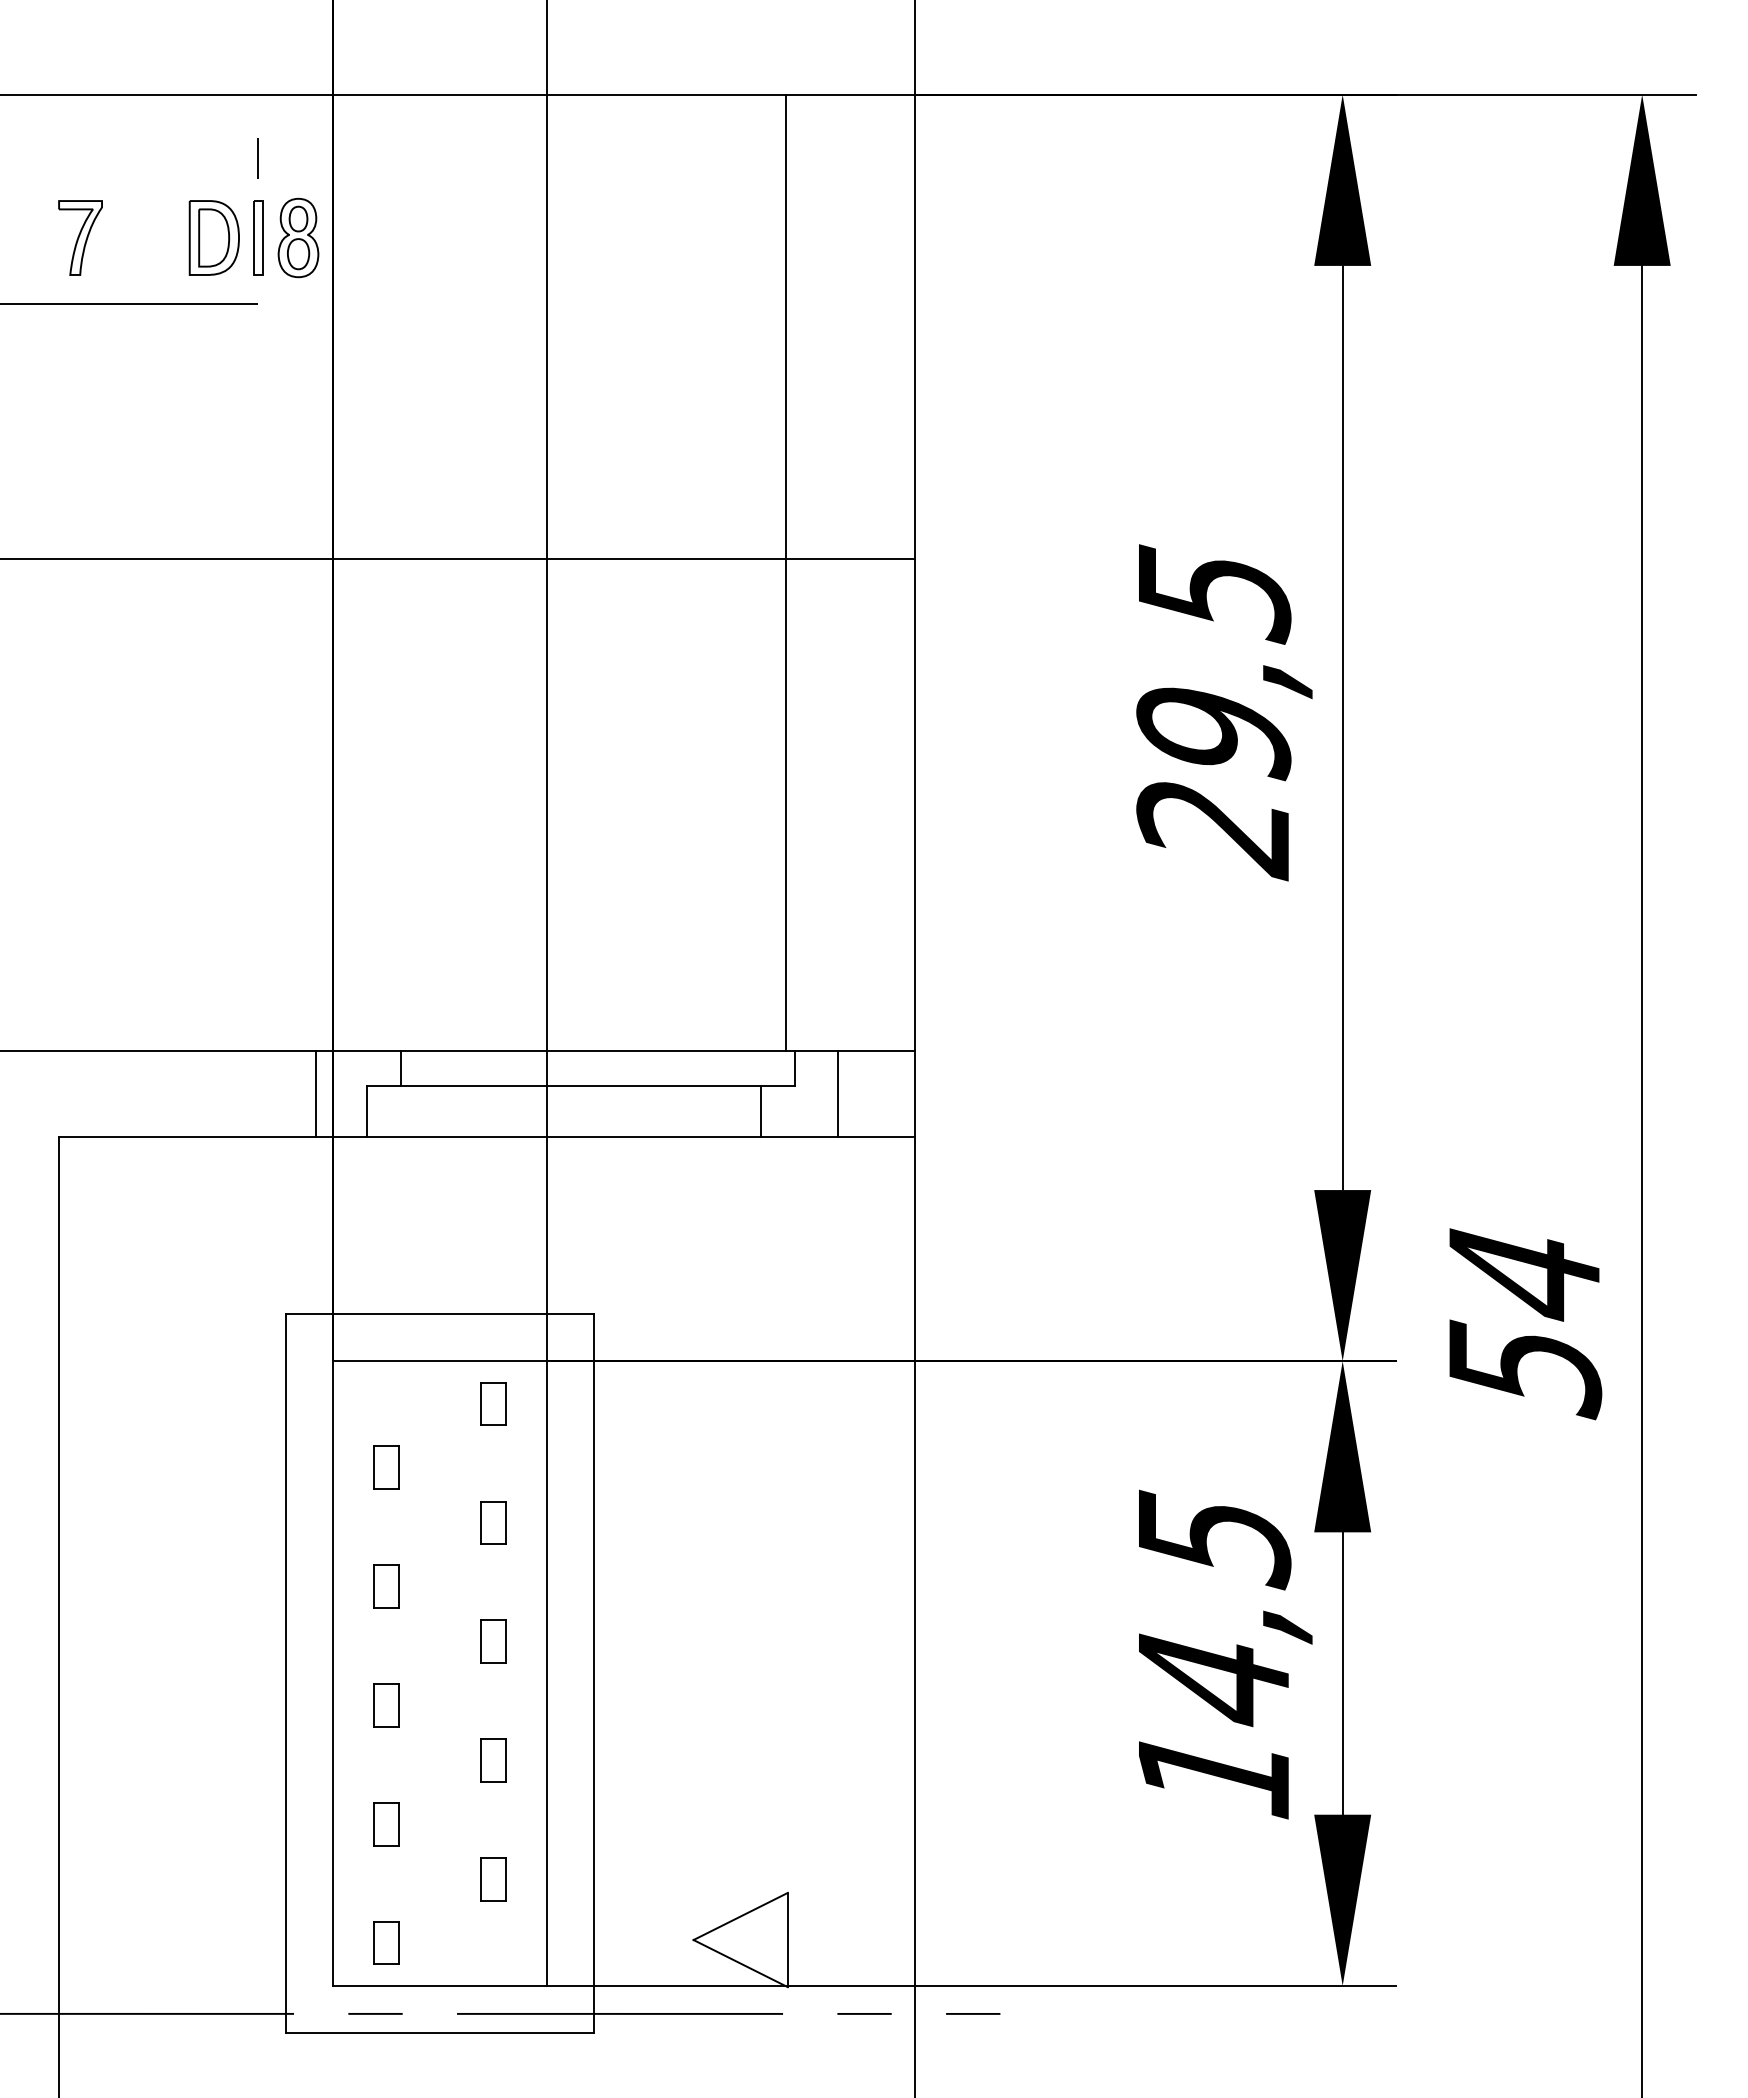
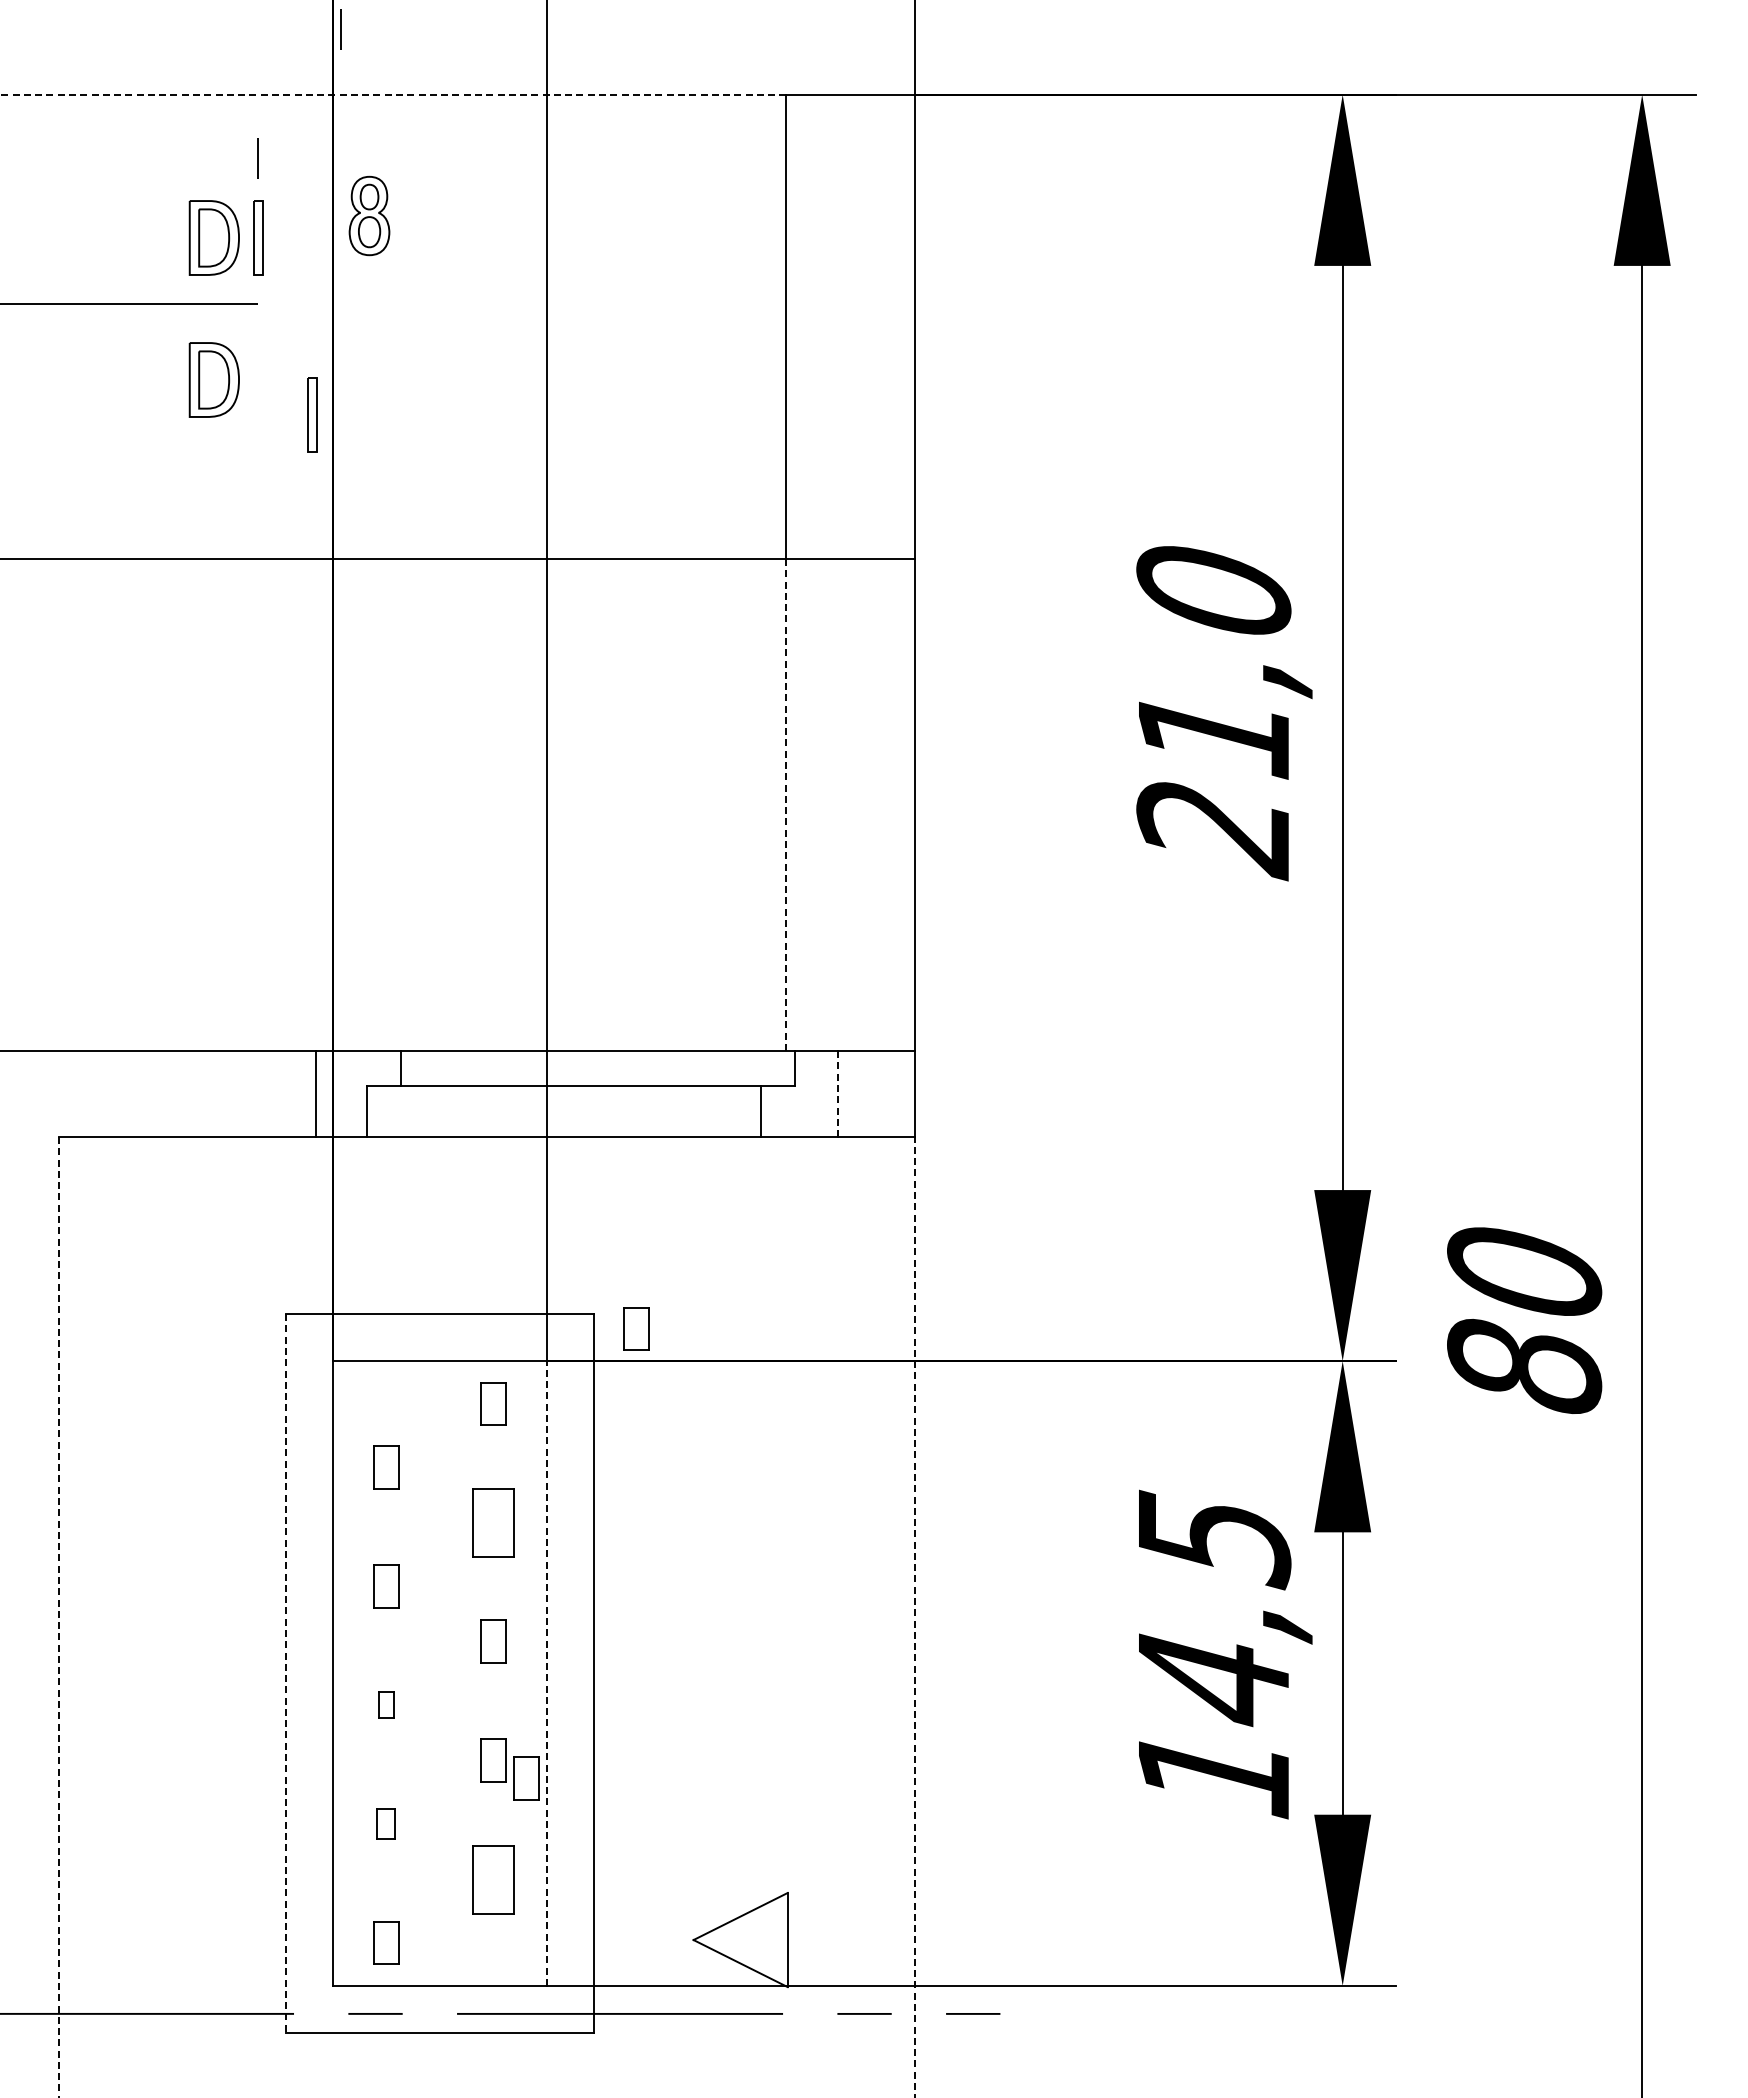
line at (340, 29): none -> present
line at (393, 94): solid -> dashed
part at (80, 237): present -> none
part at (298, 237) position: (298, 237) -> (369, 215)
part at (213, 379): none -> present
part at (312, 414): none -> present
text at (1213, 662): 29,5 -> 21,0
line at (786, 804): solid -> dashed
line at (837, 1093): solid -> dashed
text at (1524, 1323): 54 -> 80
part at (636, 1328): none -> present
part at (493, 1522) size: 27x44 px -> 43x70 px
line at (914, 1617): solid -> dashed
line at (59, 1618): solid -> dashed
line at (546, 1673): solid -> dashed
line at (285, 1674): solid -> dashed
part at (386, 1705) size: 27x45 px -> 17x28 px
part at (526, 1778): none -> present
part at (386, 1824) size: 27x45 px -> 20x32 px
part at (493, 1879) size: 27x45 px -> 43x70 px
